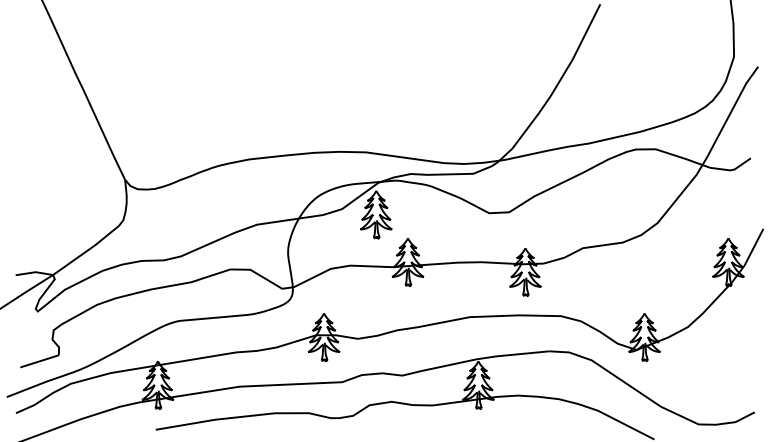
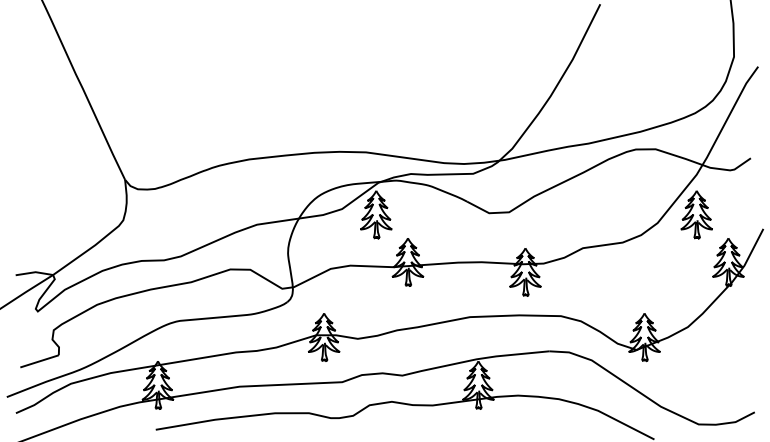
part at (696, 214): none -> present
